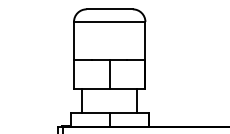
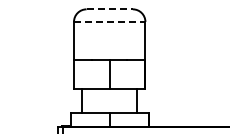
line at (110, 9): solid -> dashed
line at (109, 21): solid -> dashed
